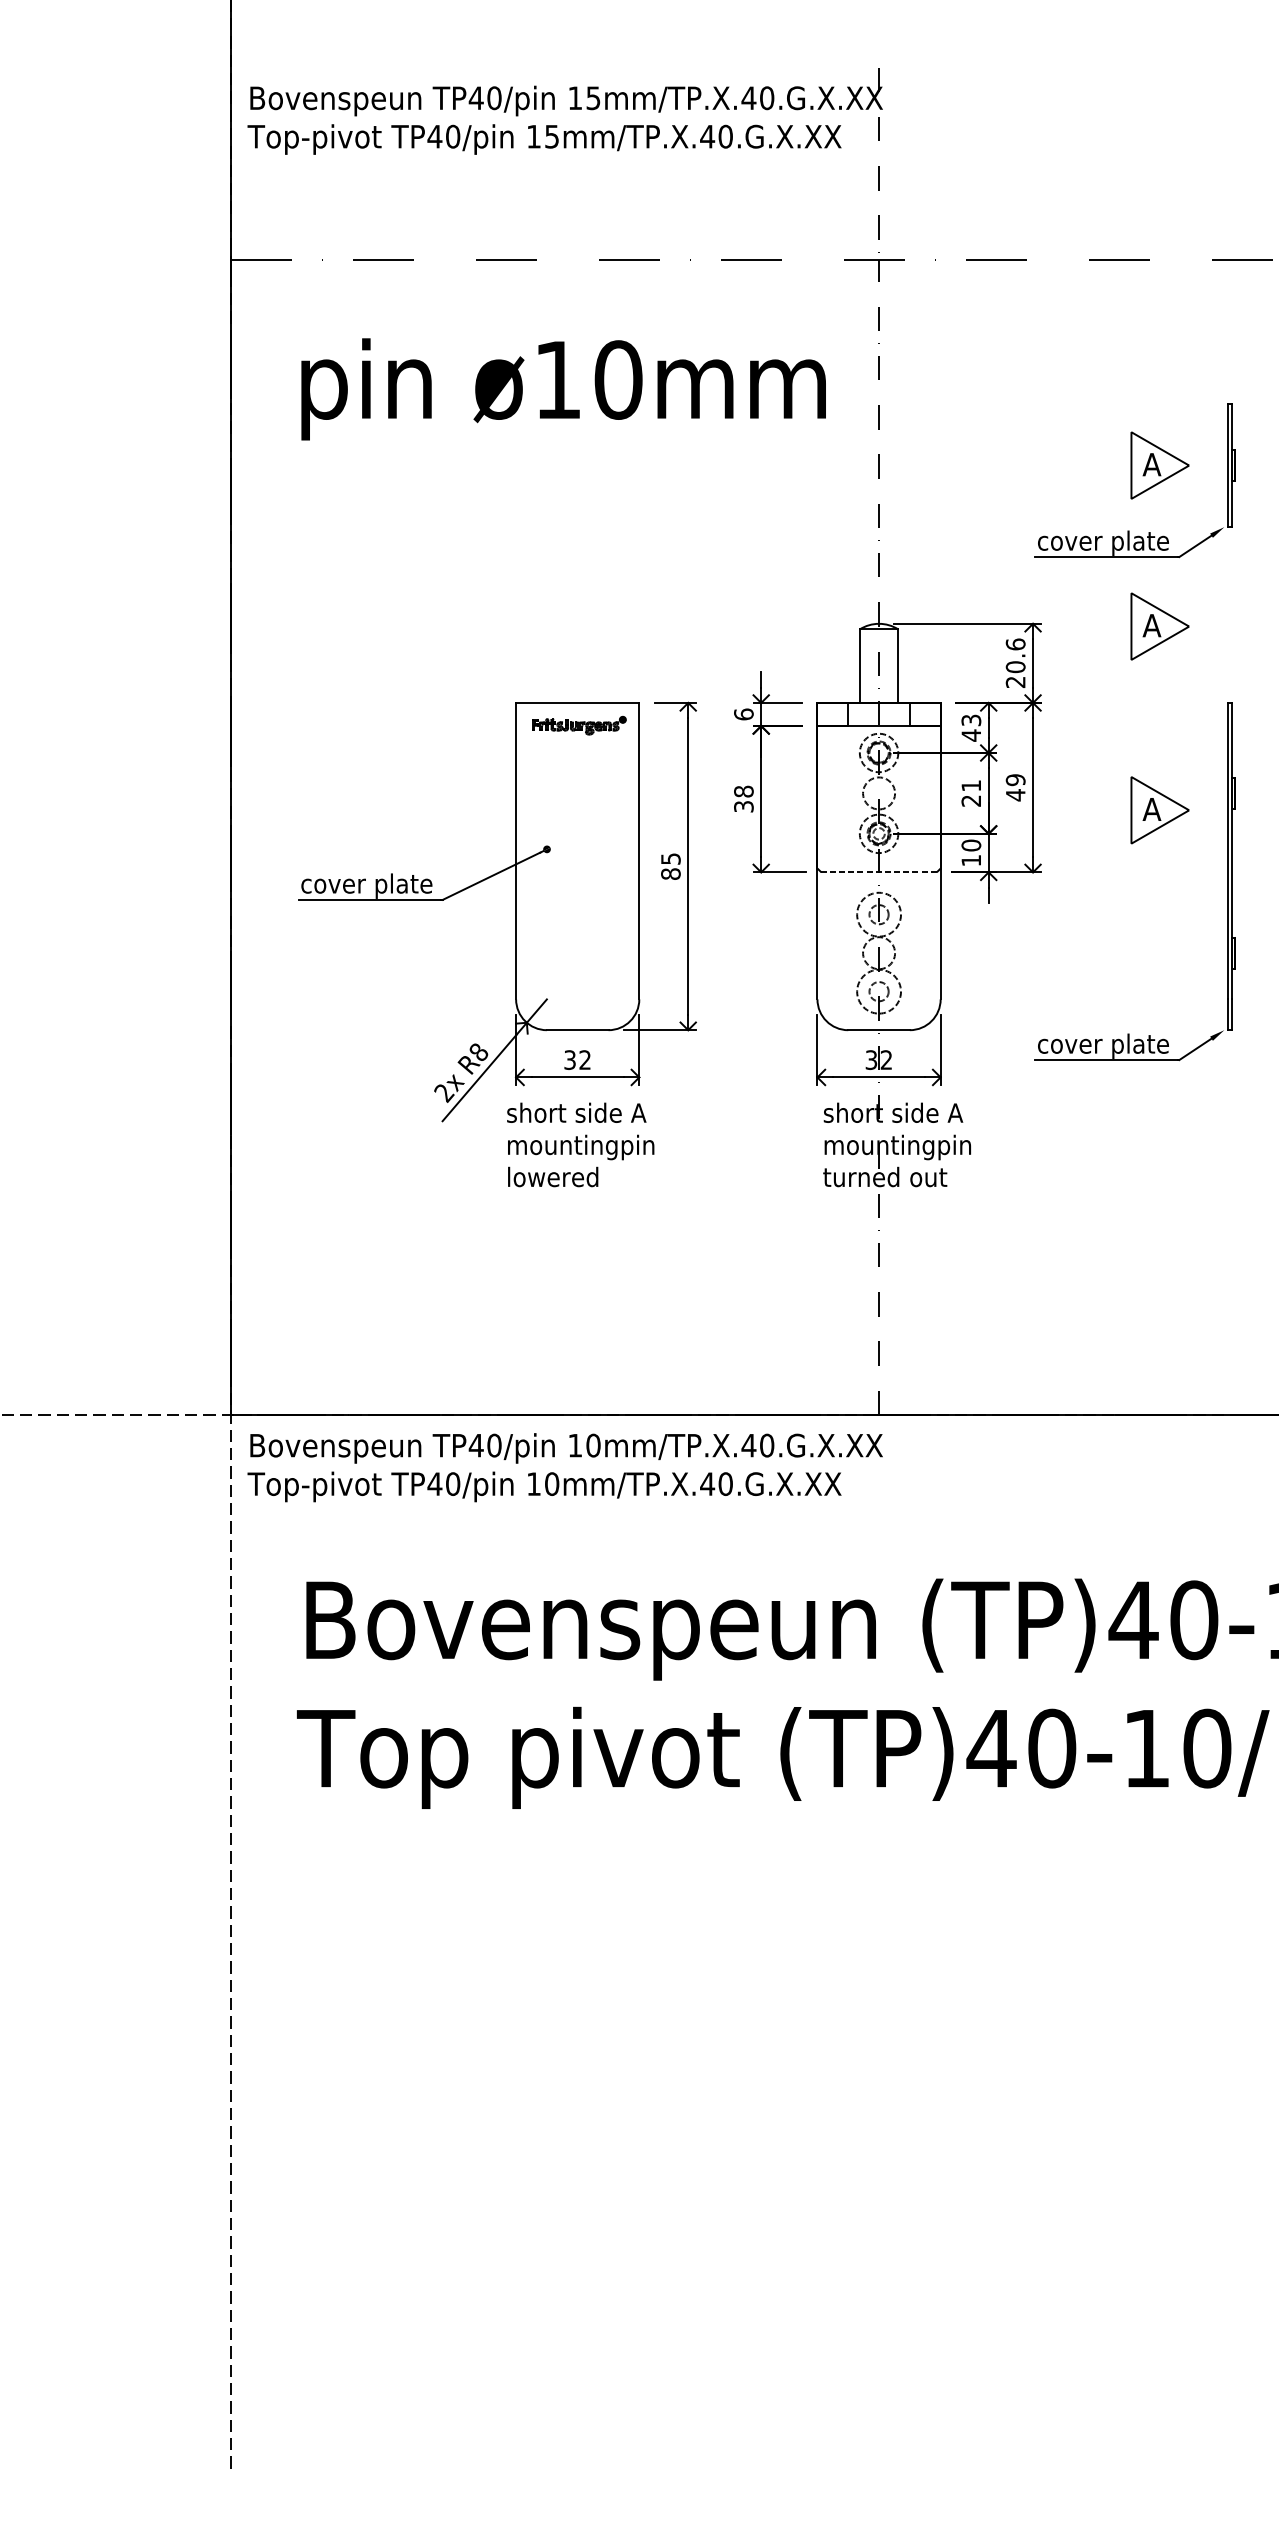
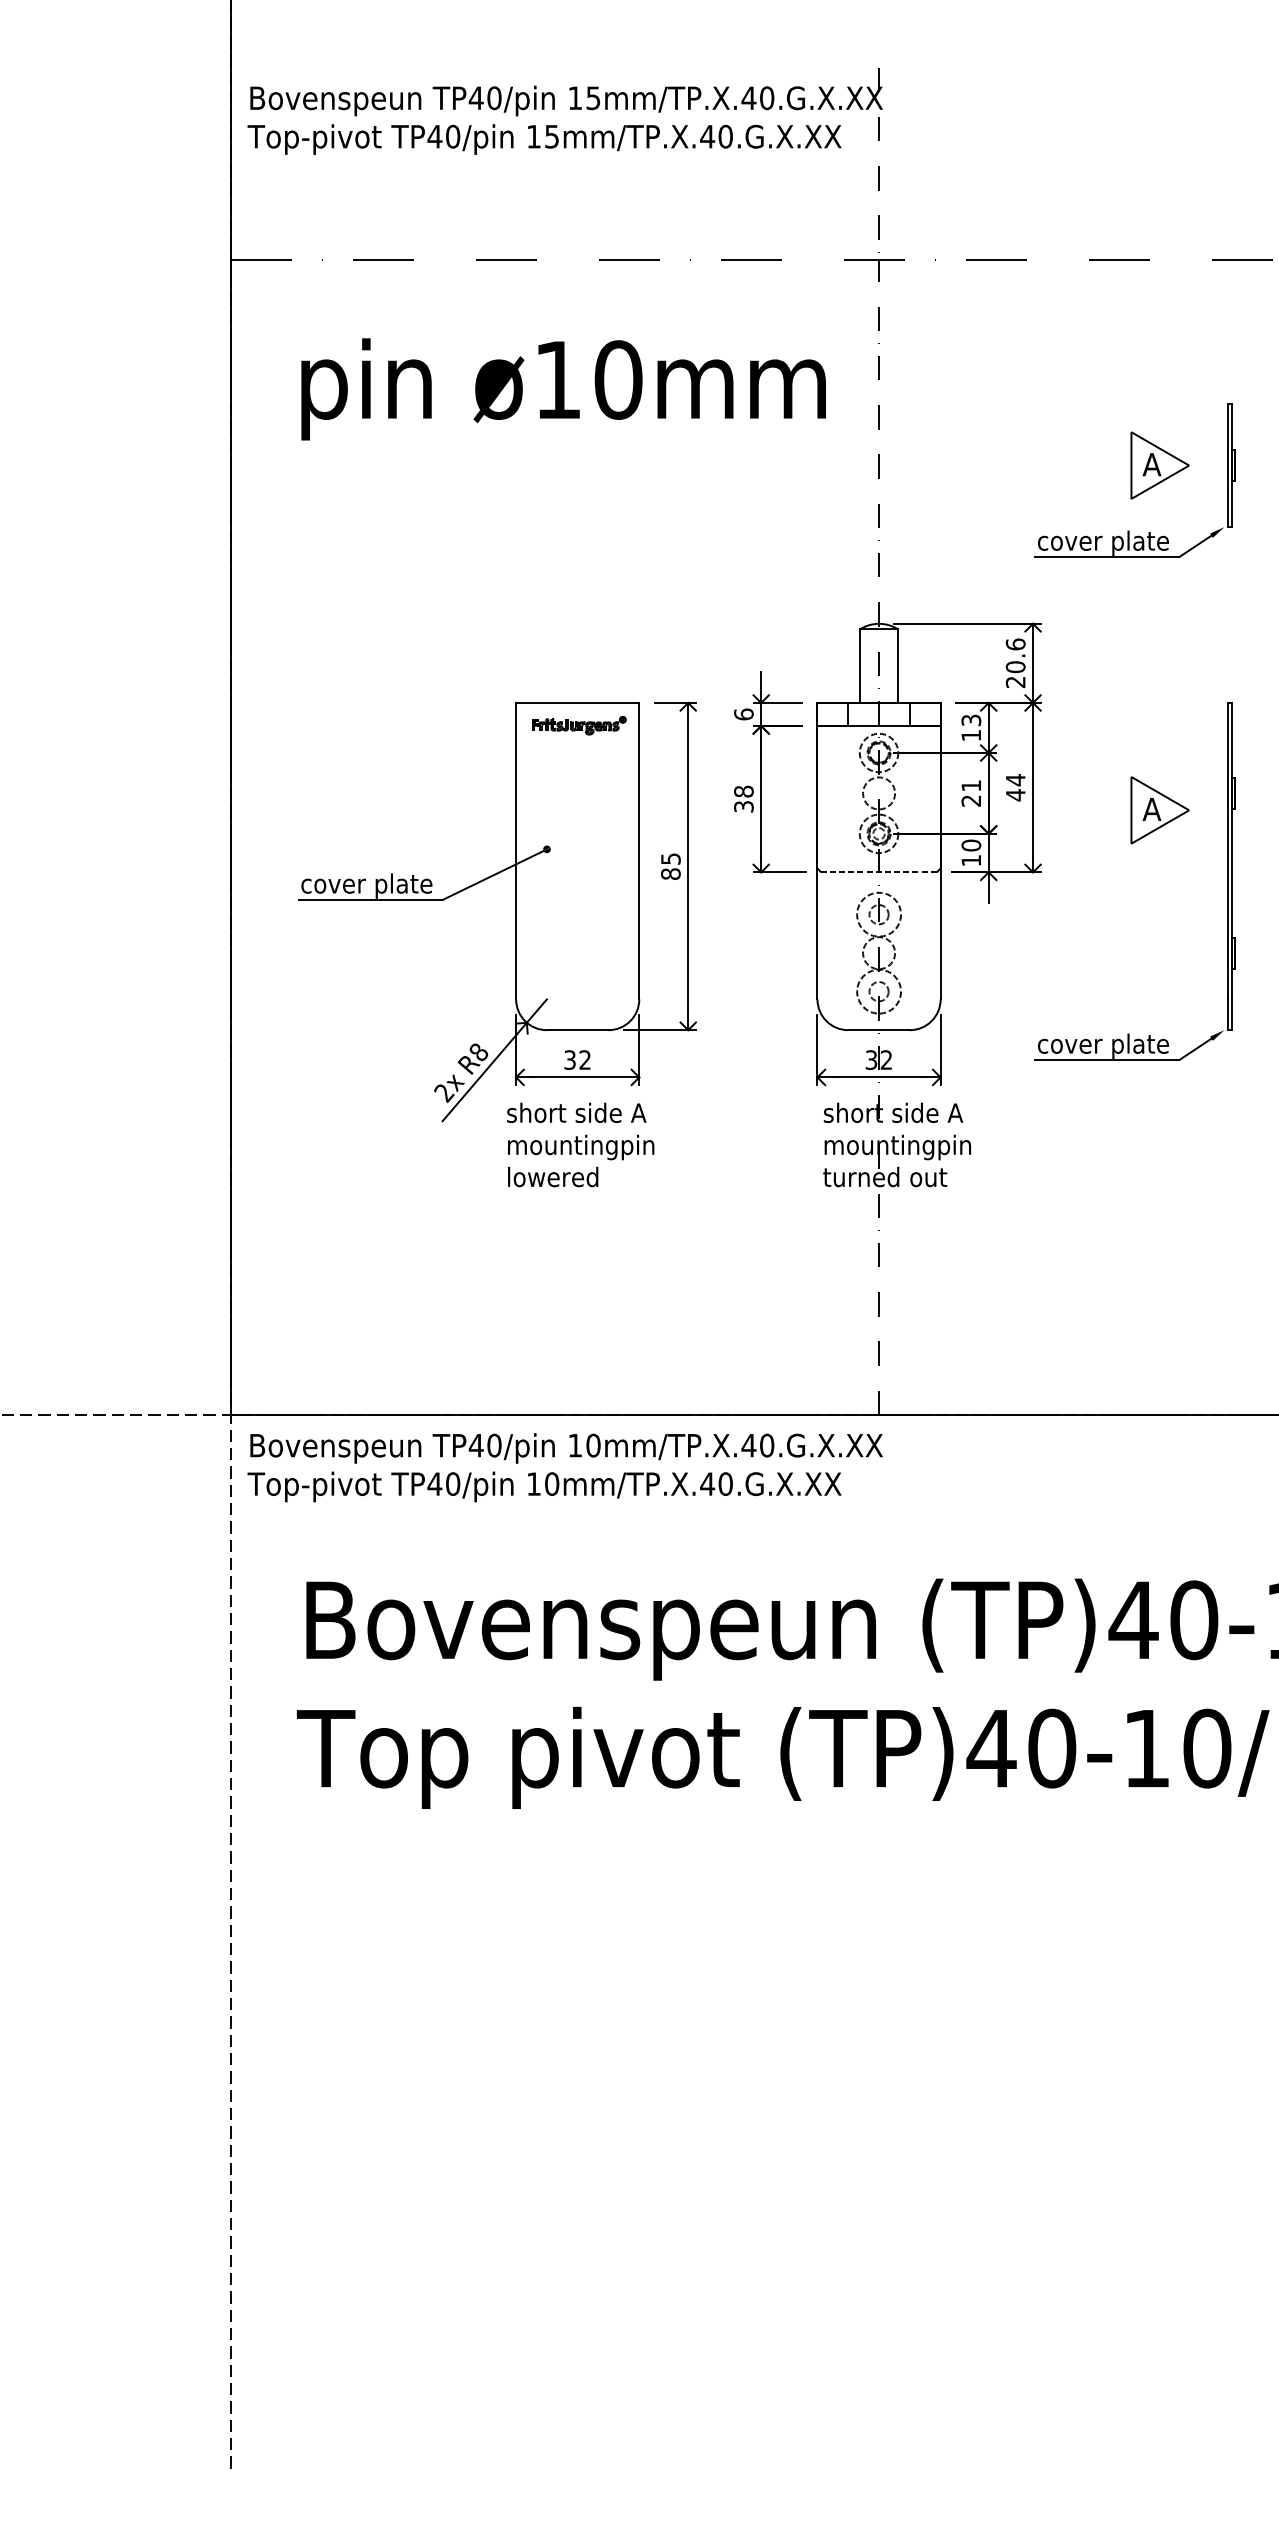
part at (1159, 626): present -> none
text at (970, 735): 43 -> 13
text at (1015, 779): 49 -> 44
